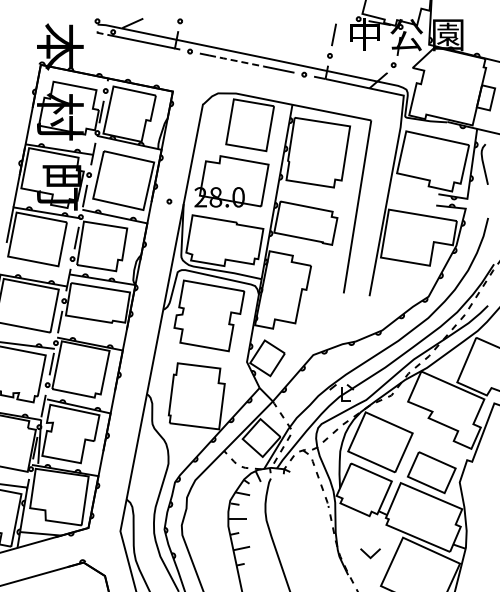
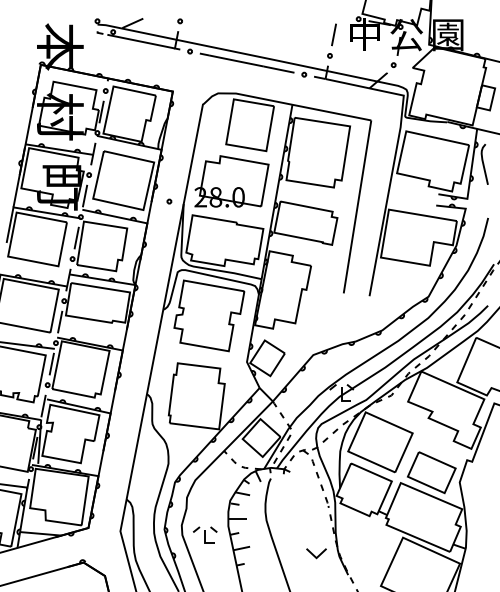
line at (235, 60): dashed -> solid
part at (204, 534): none -> present
part at (370, 553) position: (370, 553) -> (316, 553)
